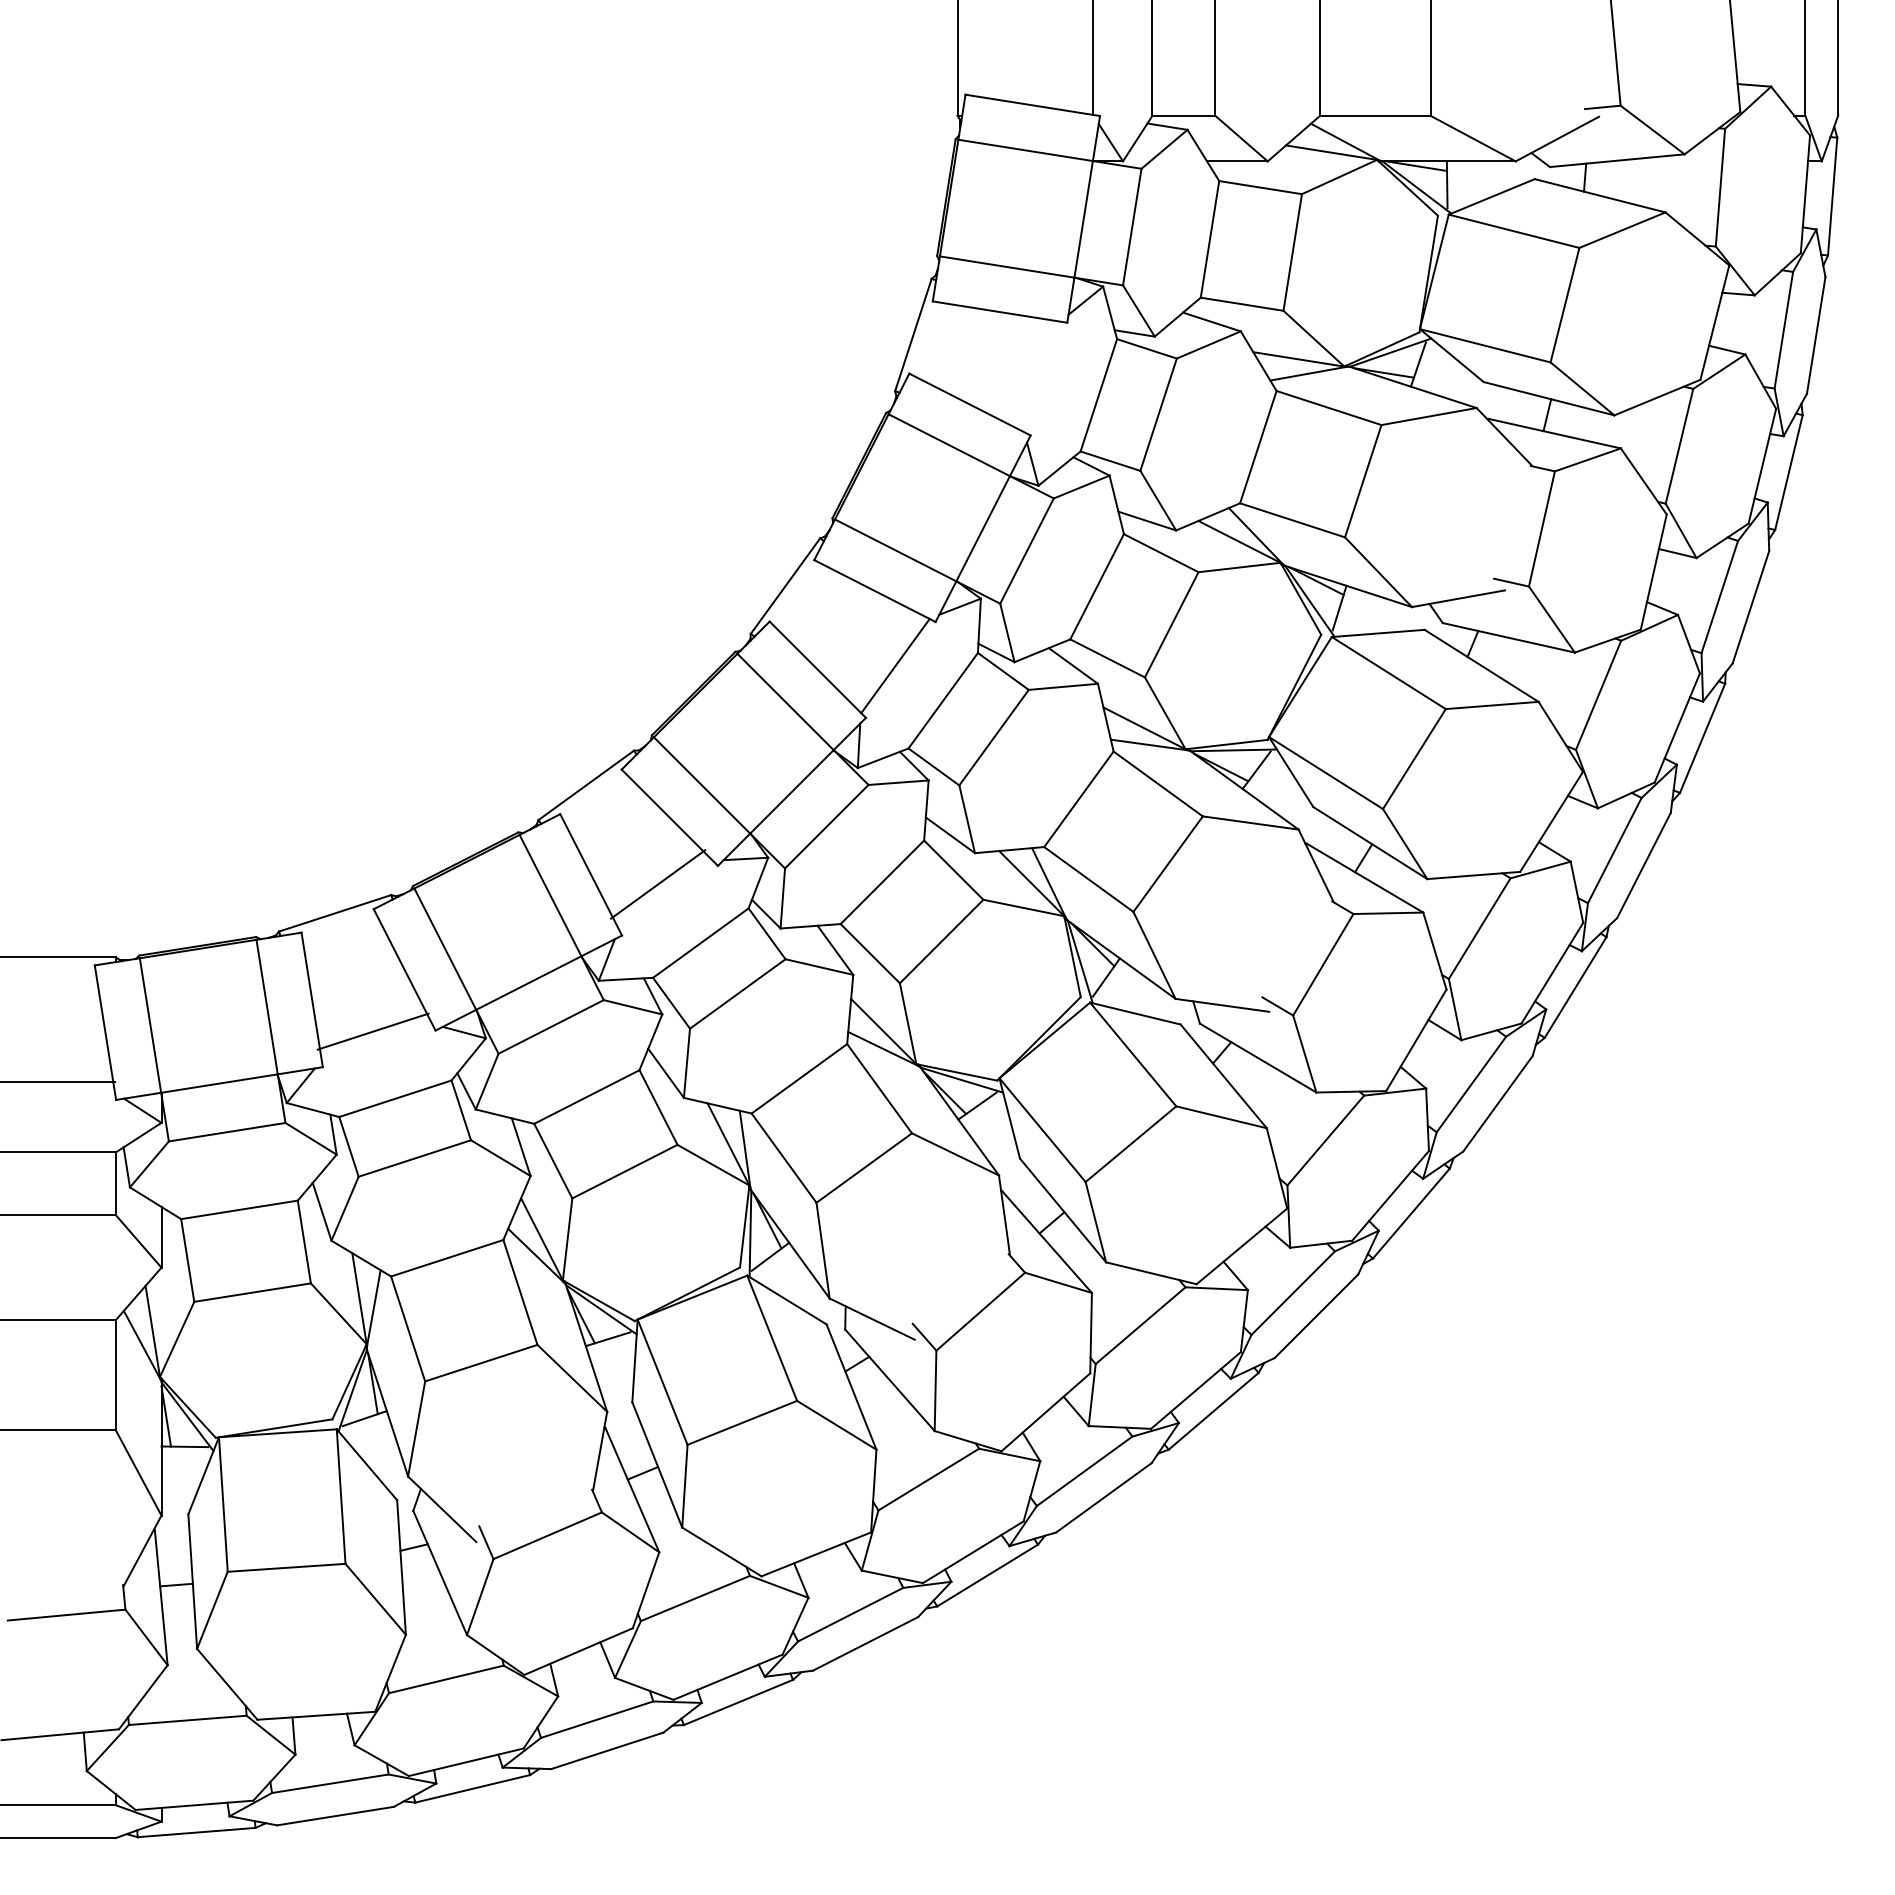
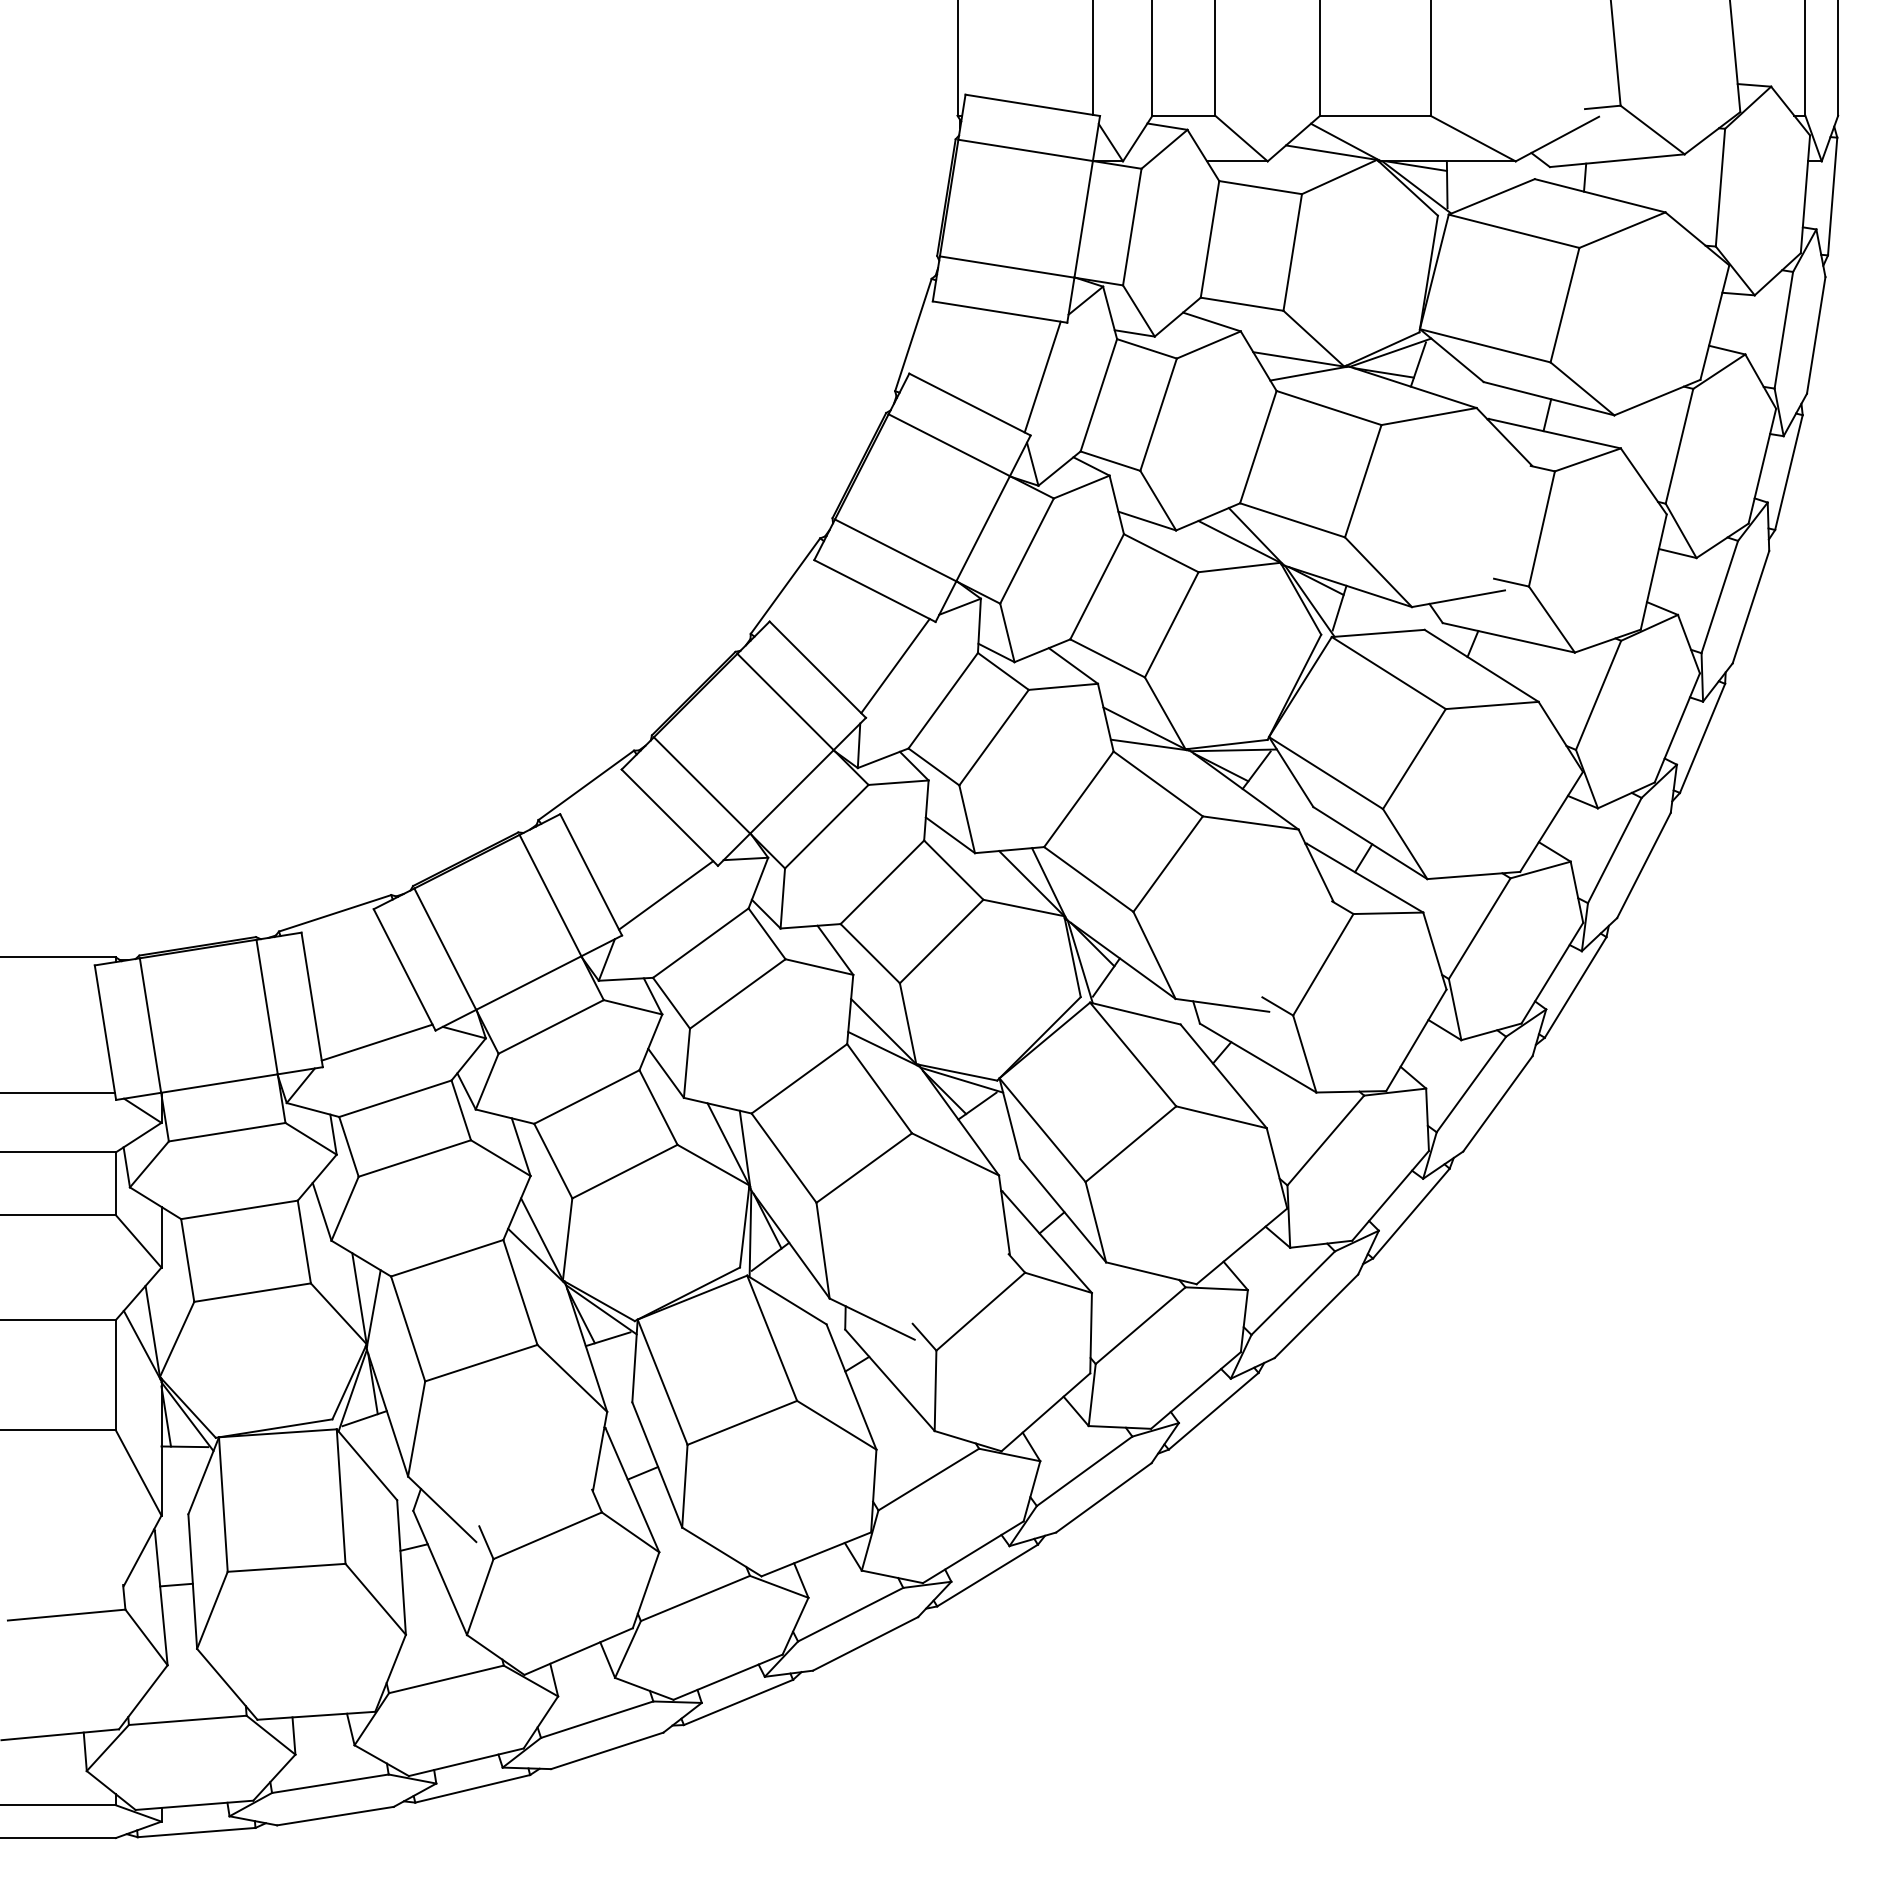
line at (1042, 376): none -> present
line at (658, 884) position: (658, 884) -> (666, 895)
line at (372, 1031) position: (372, 1031) -> (376, 1042)
line at (58, 1082) position: (58, 1082) -> (58, 1093)
